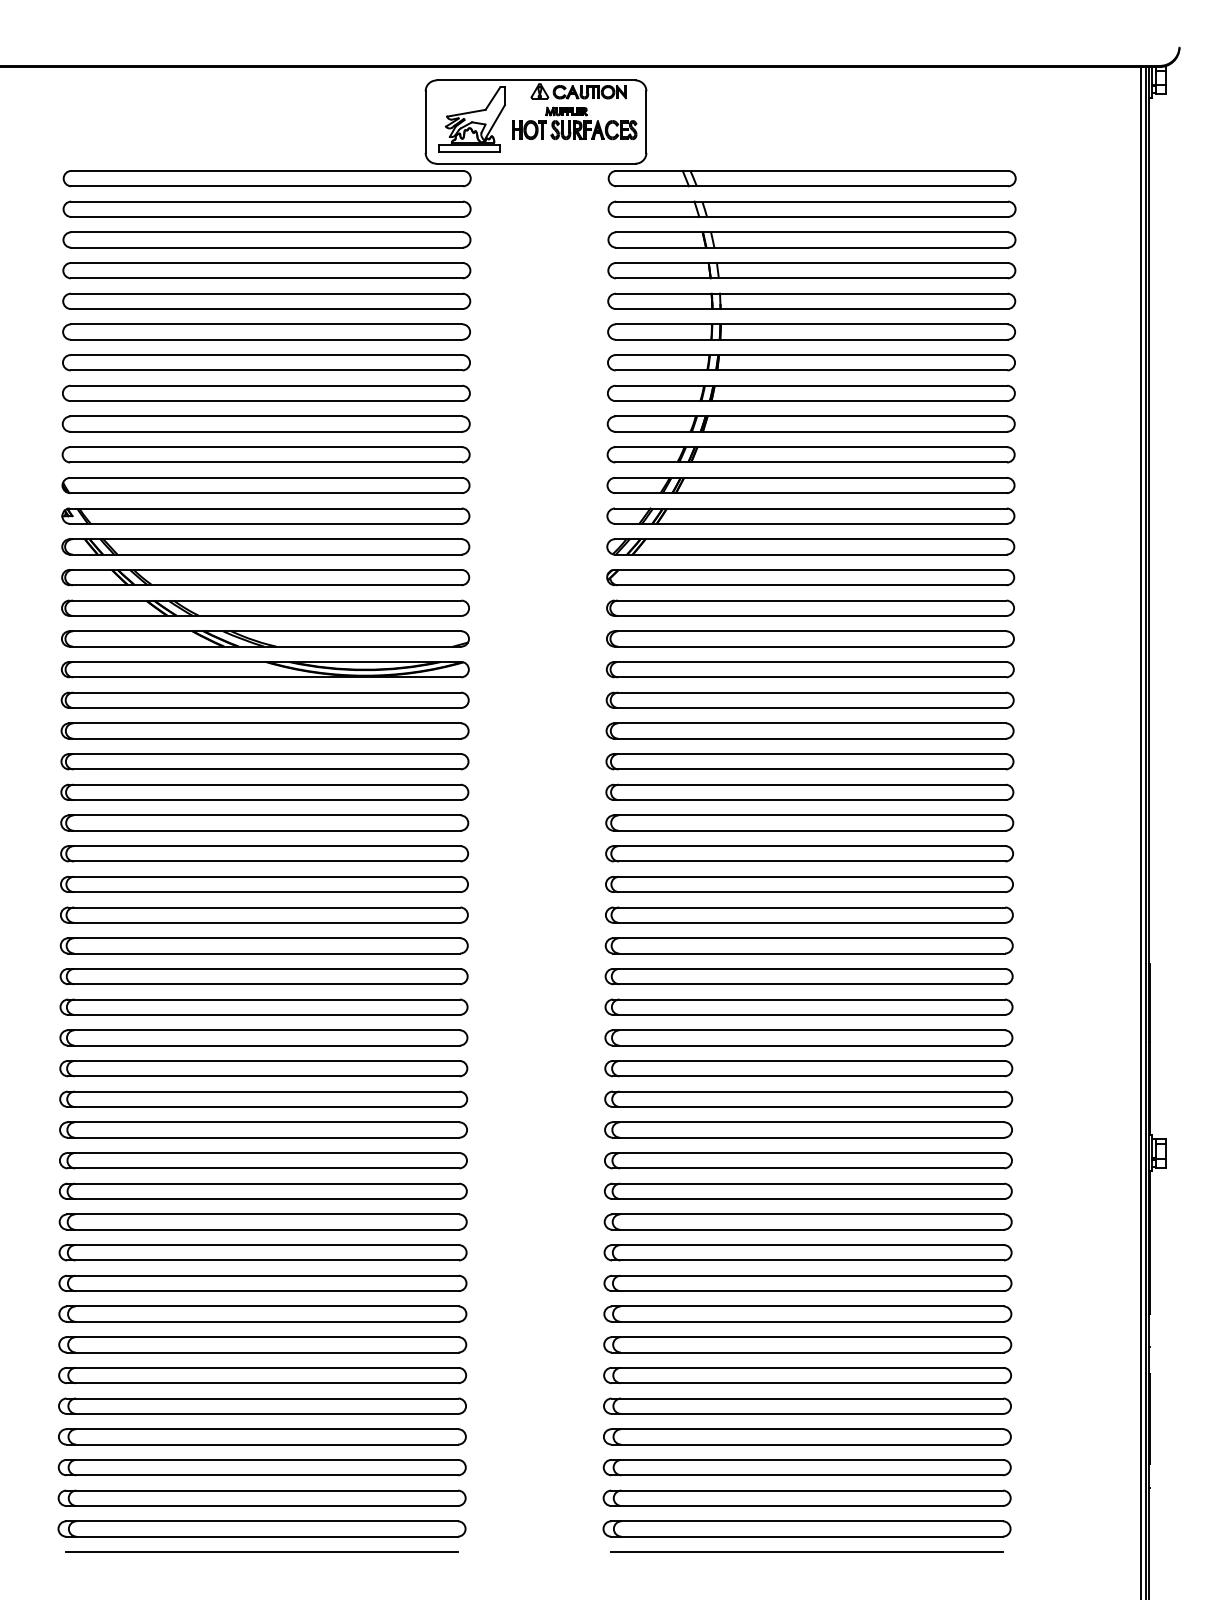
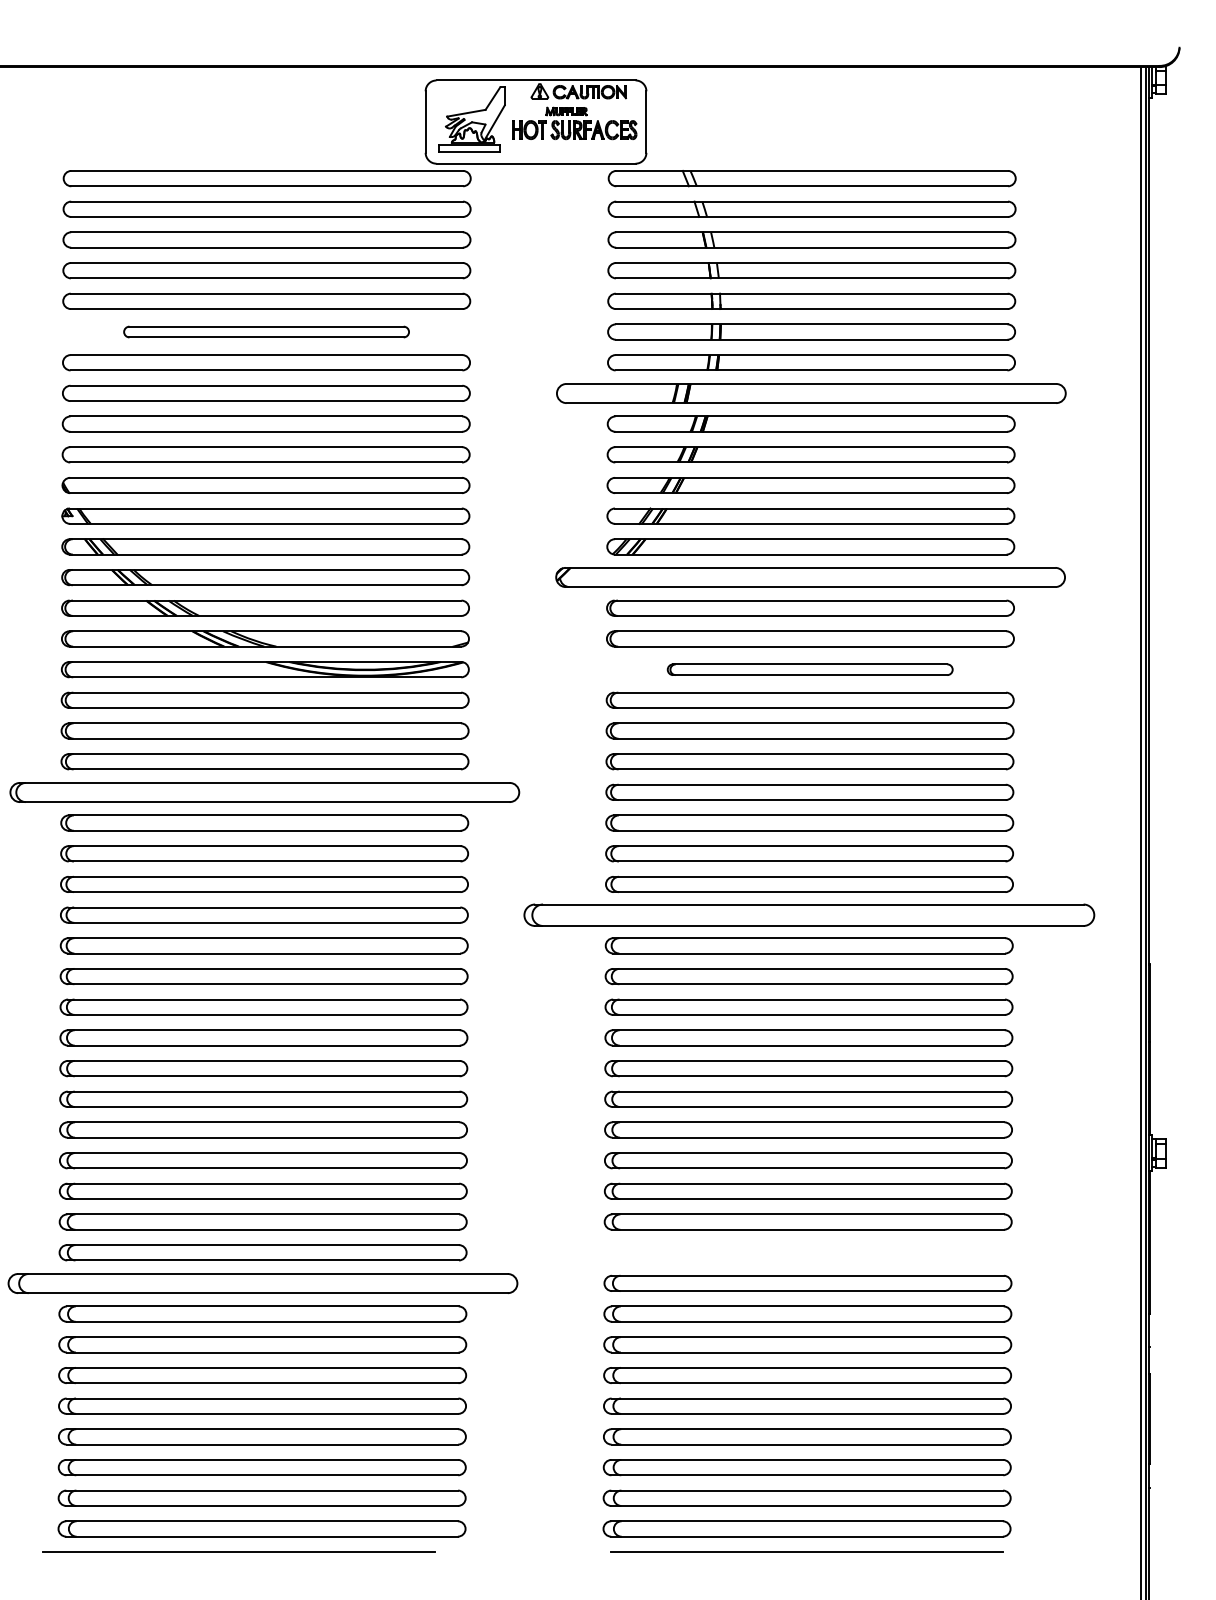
part at (266, 331) size: 409x18 px -> 287x14 px
part at (811, 392) size: 409x18 px -> 511x21 px
part at (810, 577) size: 410x18 px -> 511x21 px
part at (809, 669) size: 410x18 px -> 288x13 px
part at (264, 791) size: 410x18 px -> 512x21 px
part at (809, 914) size: 409x18 px -> 573x24 px
part at (807, 1252): present -> none
part at (262, 1282) size: 410x18 px -> 512x21 px
line at (261, 1551) position: (261, 1551) -> (238, 1551)
